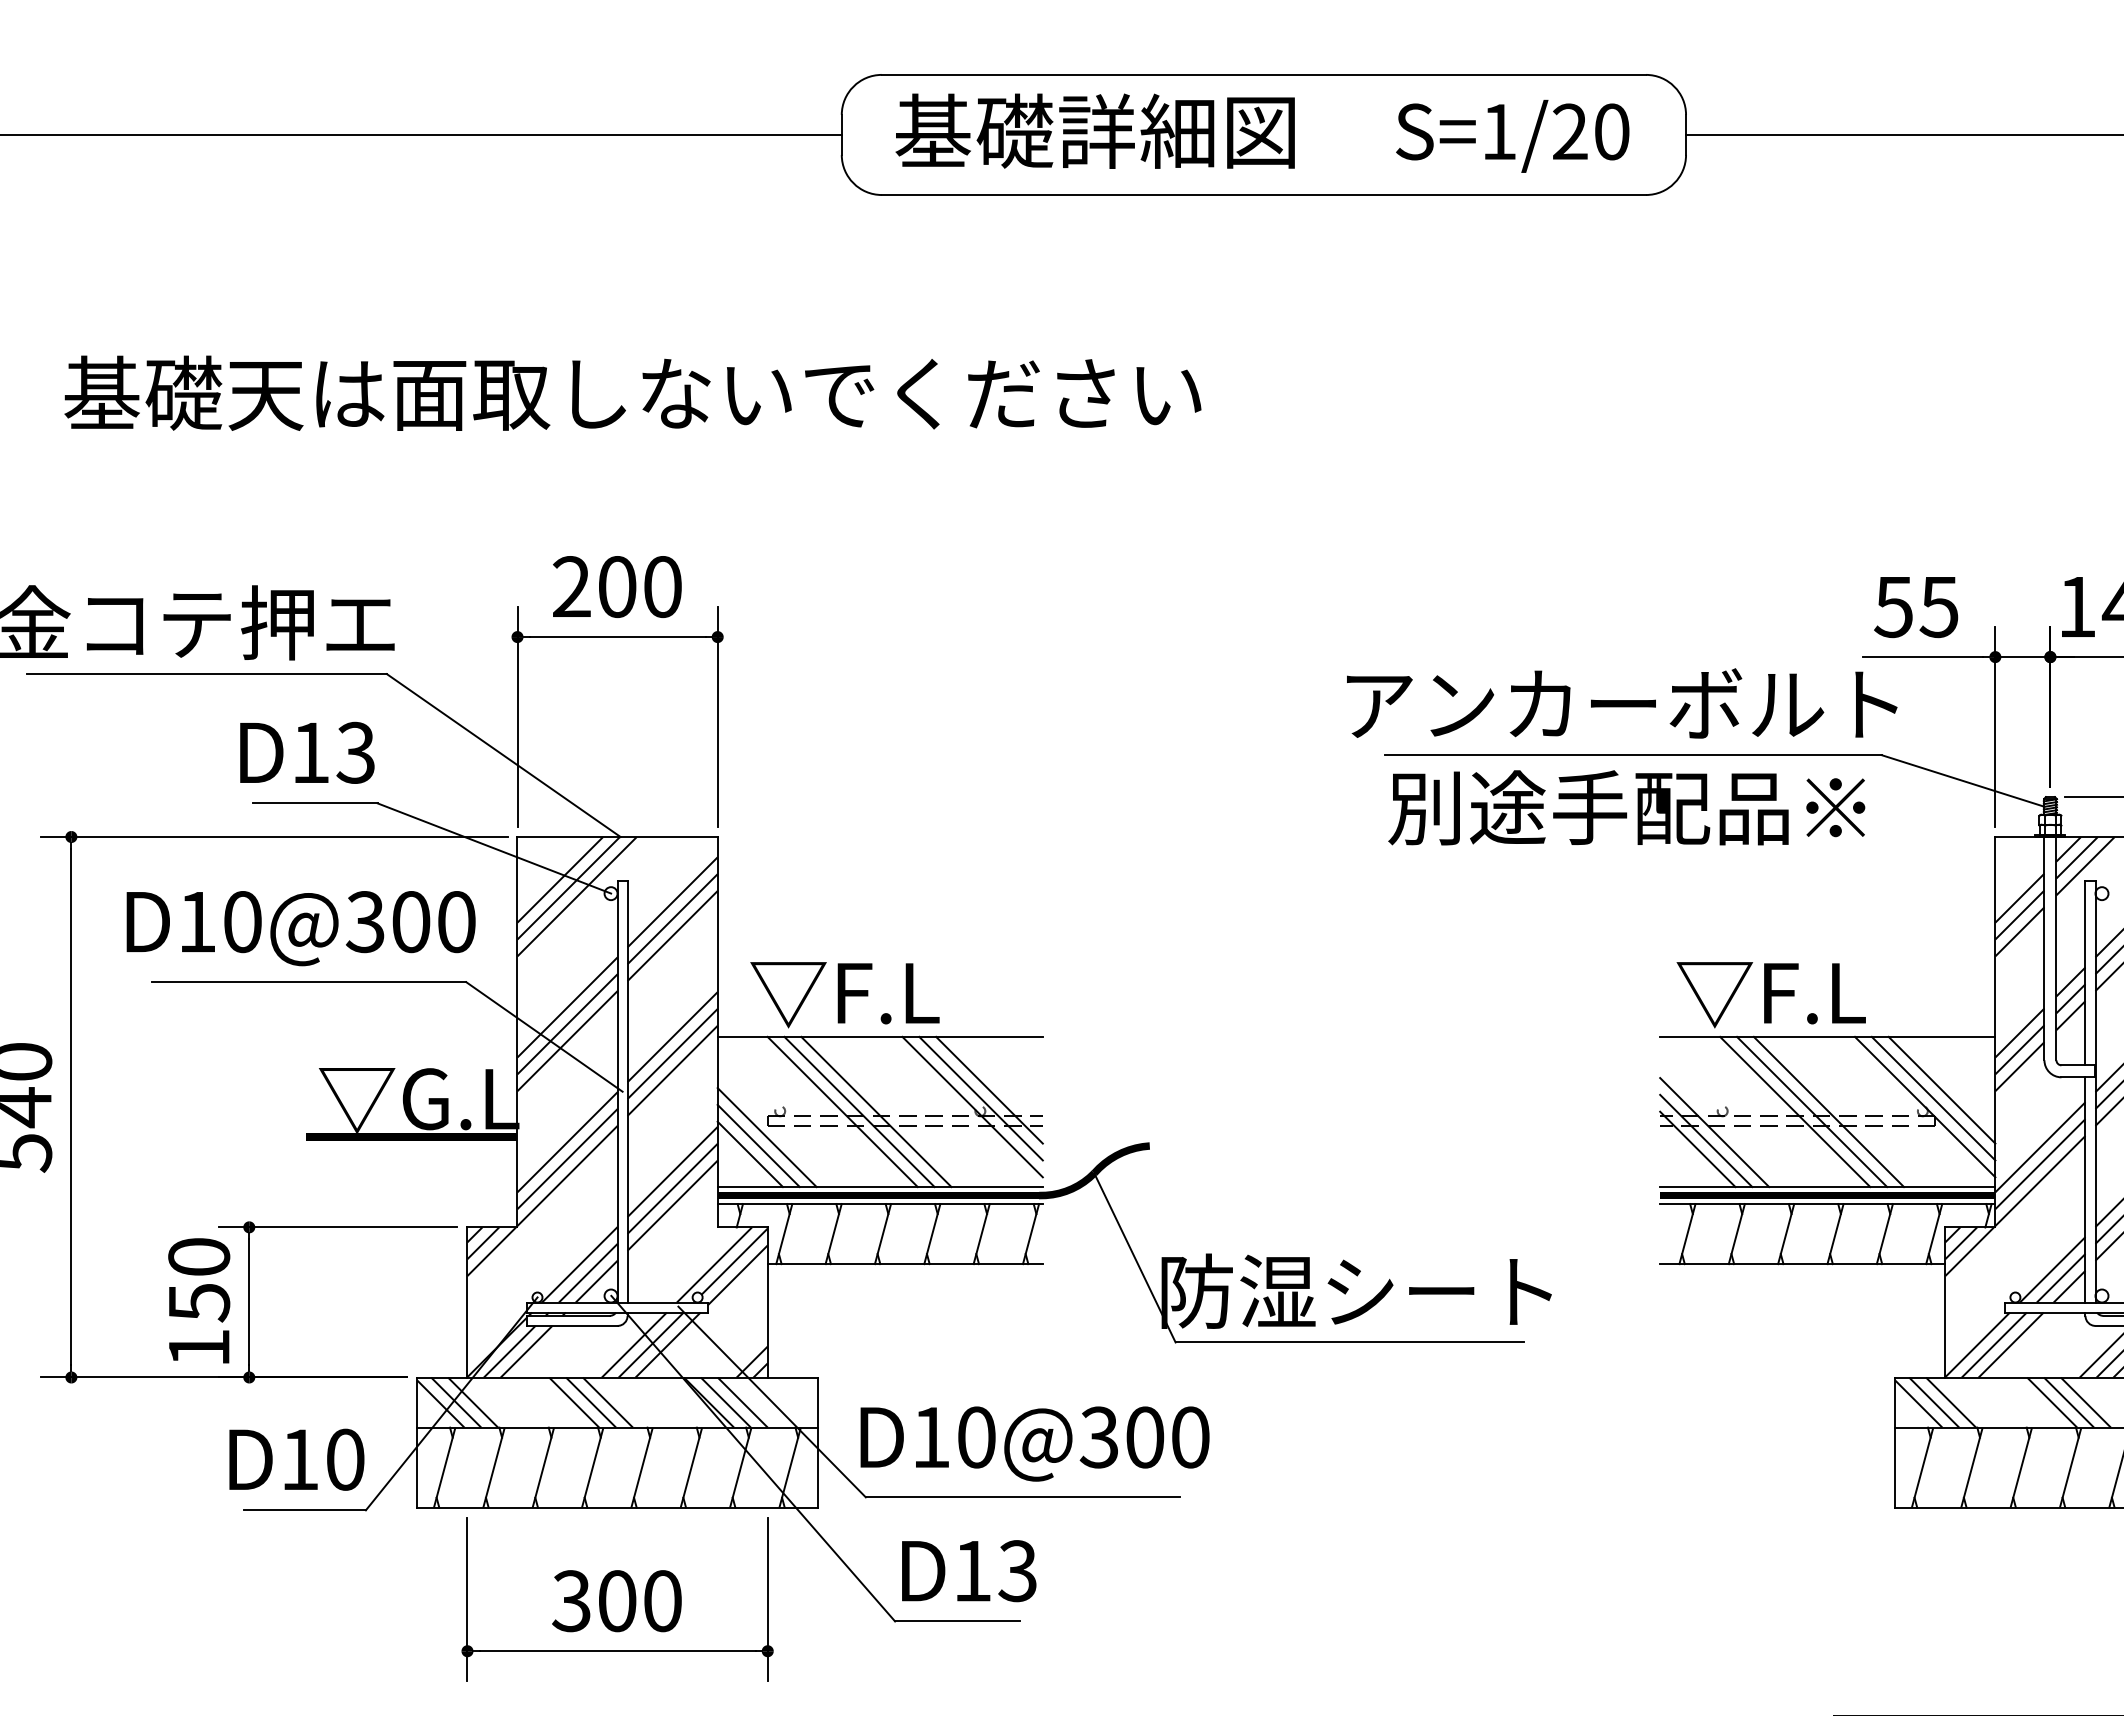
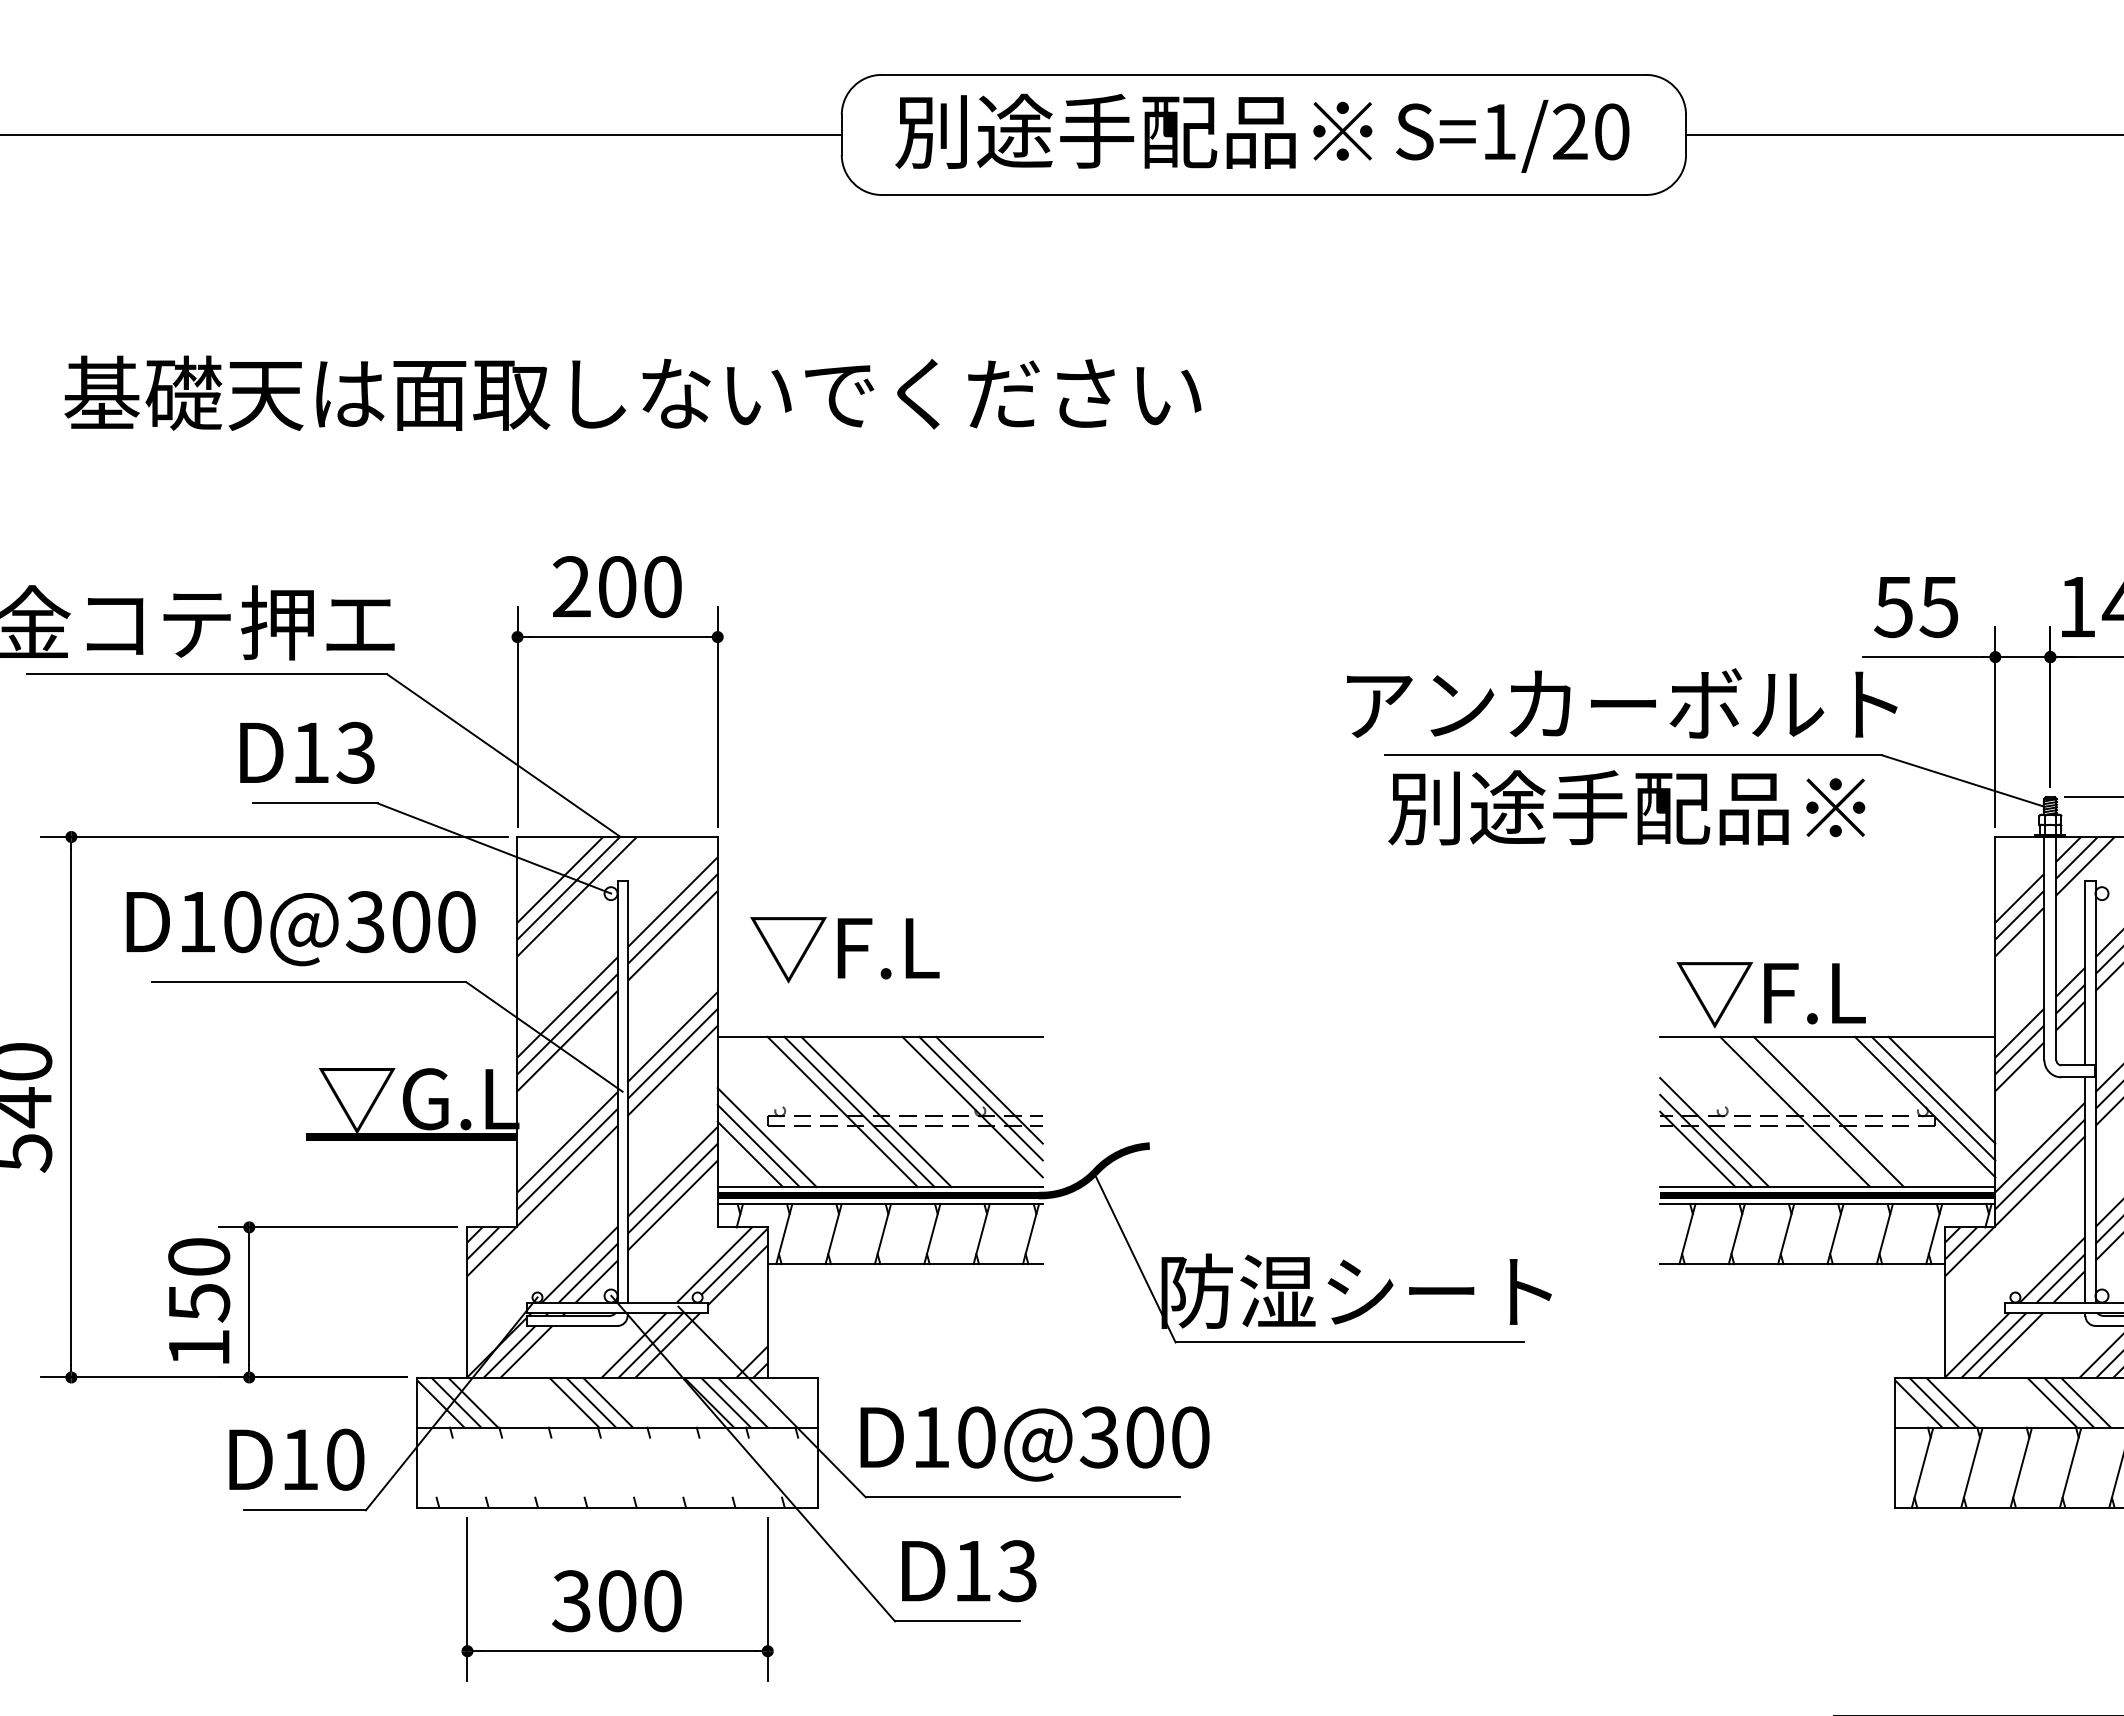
text at (1133, 130): 基礎詳細図 -> 別途手配品※
text at (844, 995) position: (844, 995) -> (844, 950)
line at (1812, 1111): present -> none
hatch at (616, 1467): present -> none
